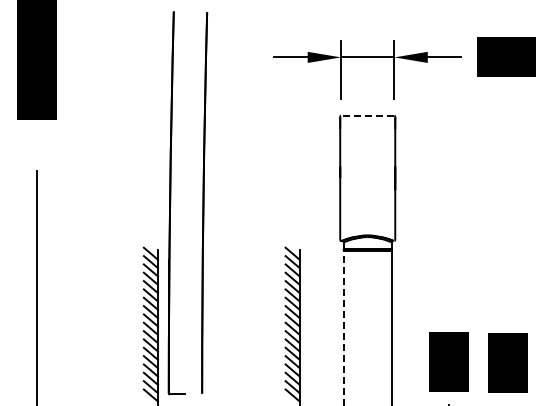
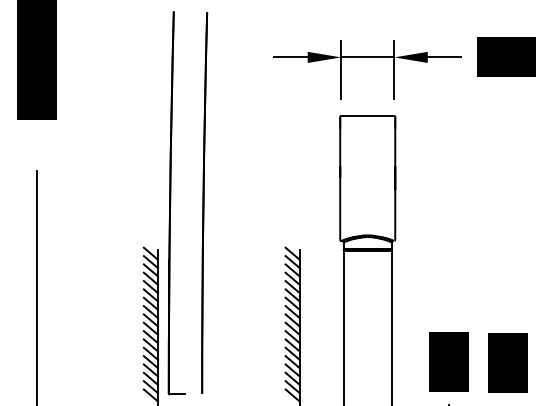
line at (367, 115): dashed -> solid
line at (343, 327): dashed -> solid
